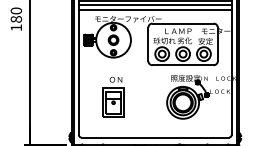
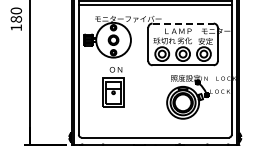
line at (154, 9): present -> none
line at (183, 23): solid -> dashed
part at (113, 97) position: (113, 97) -> (113, 87)
